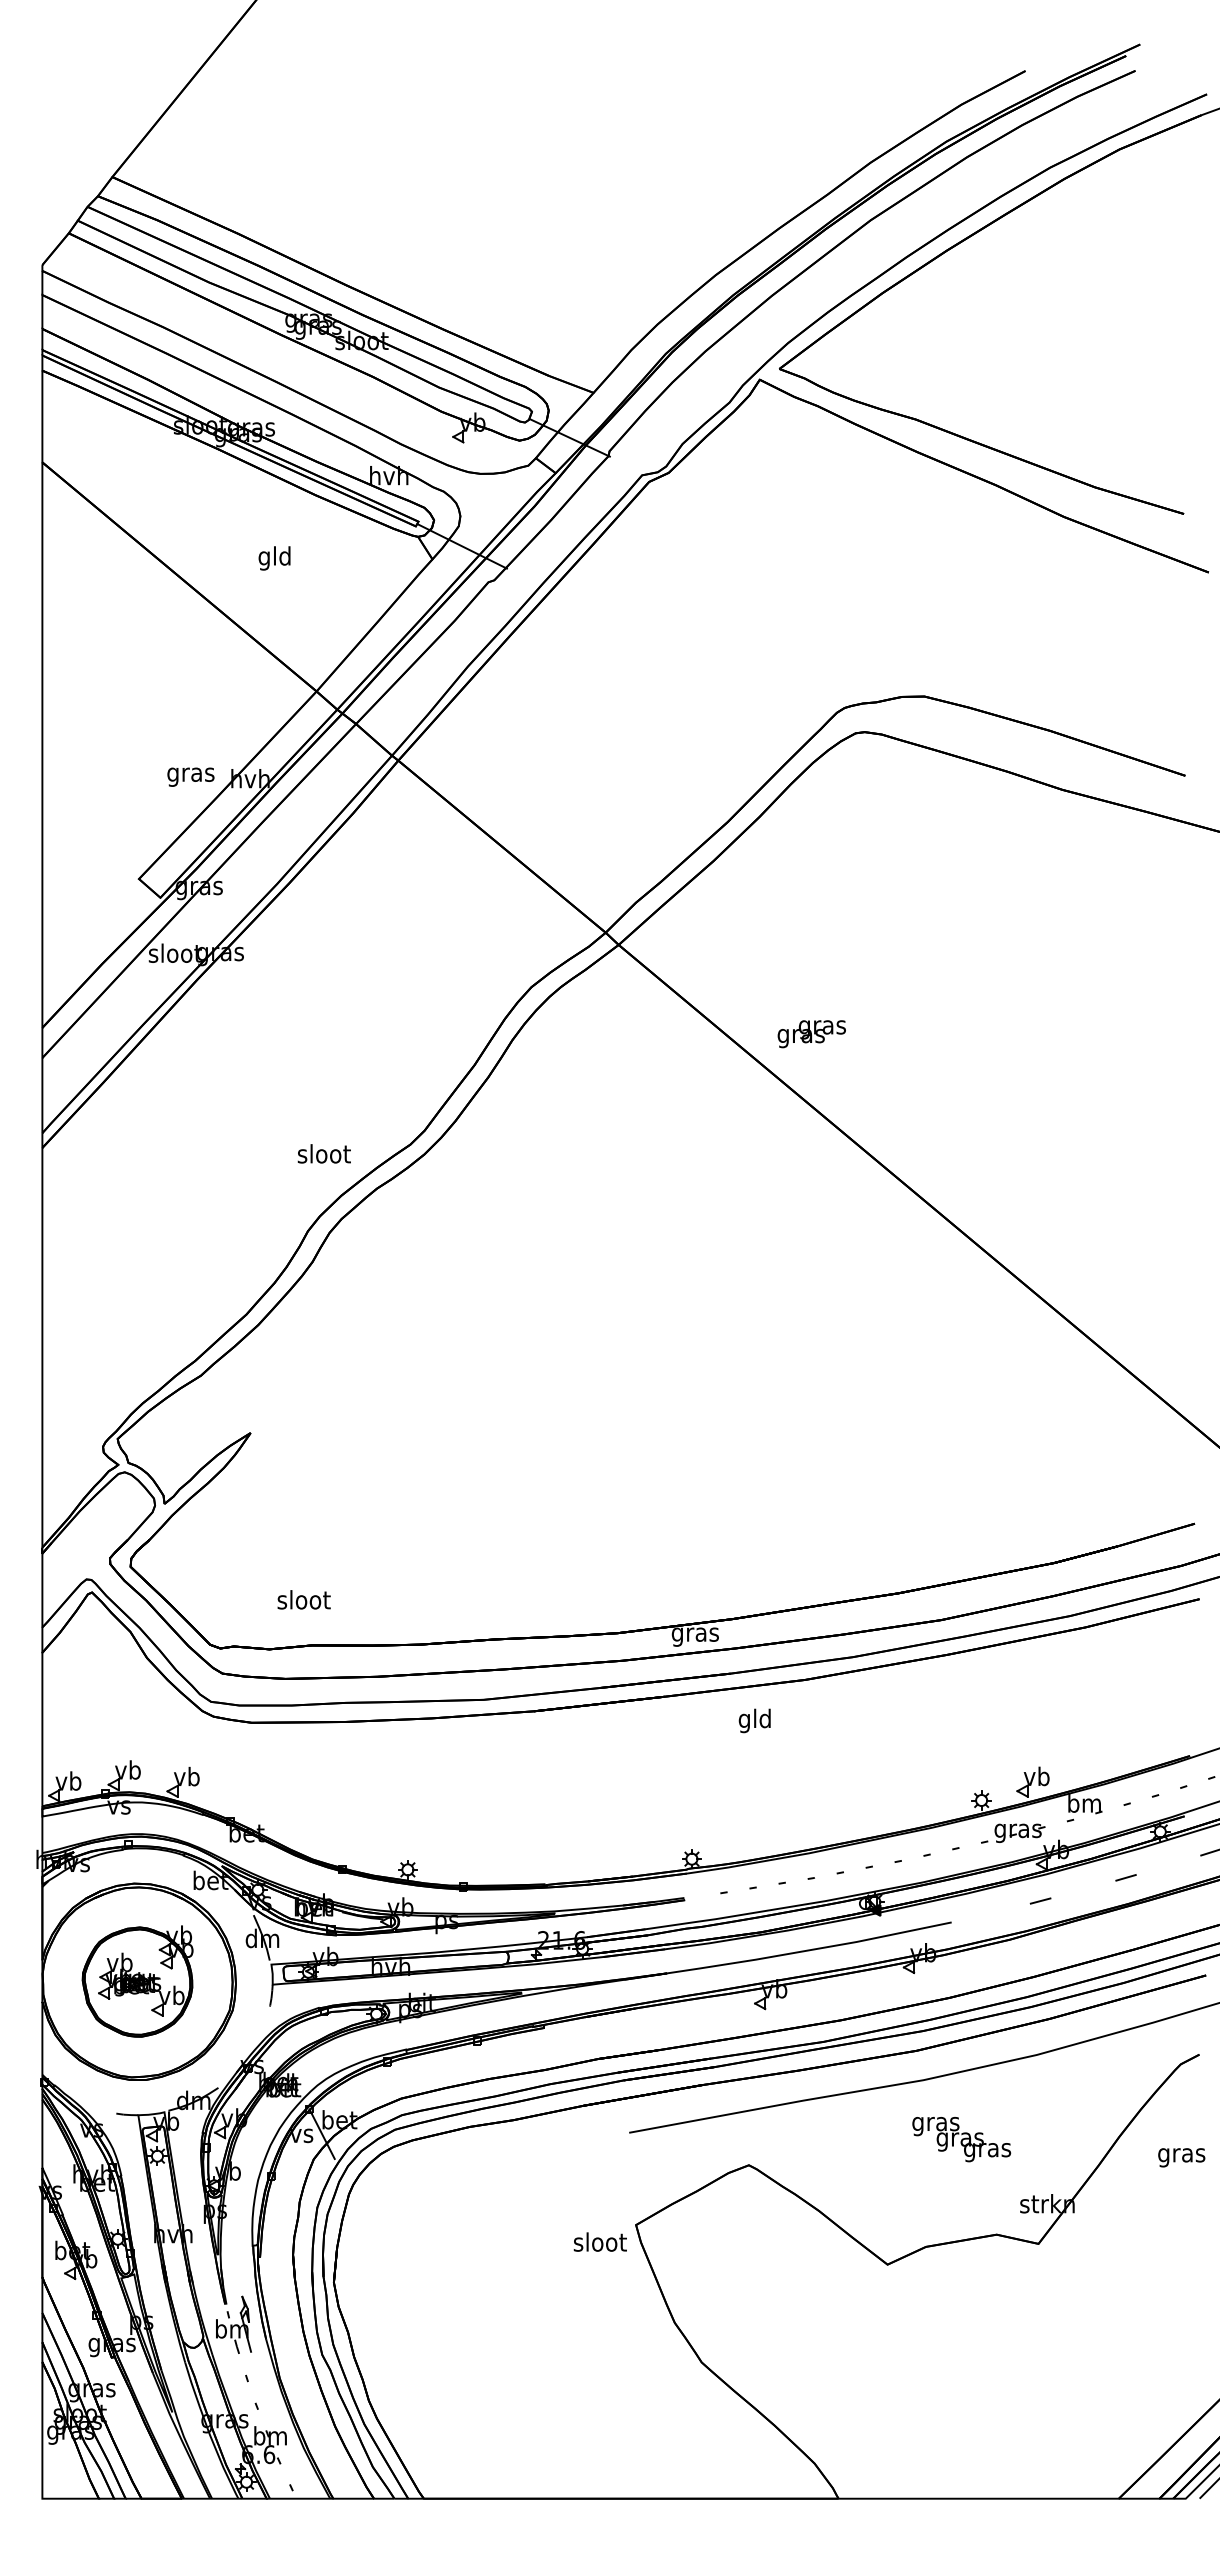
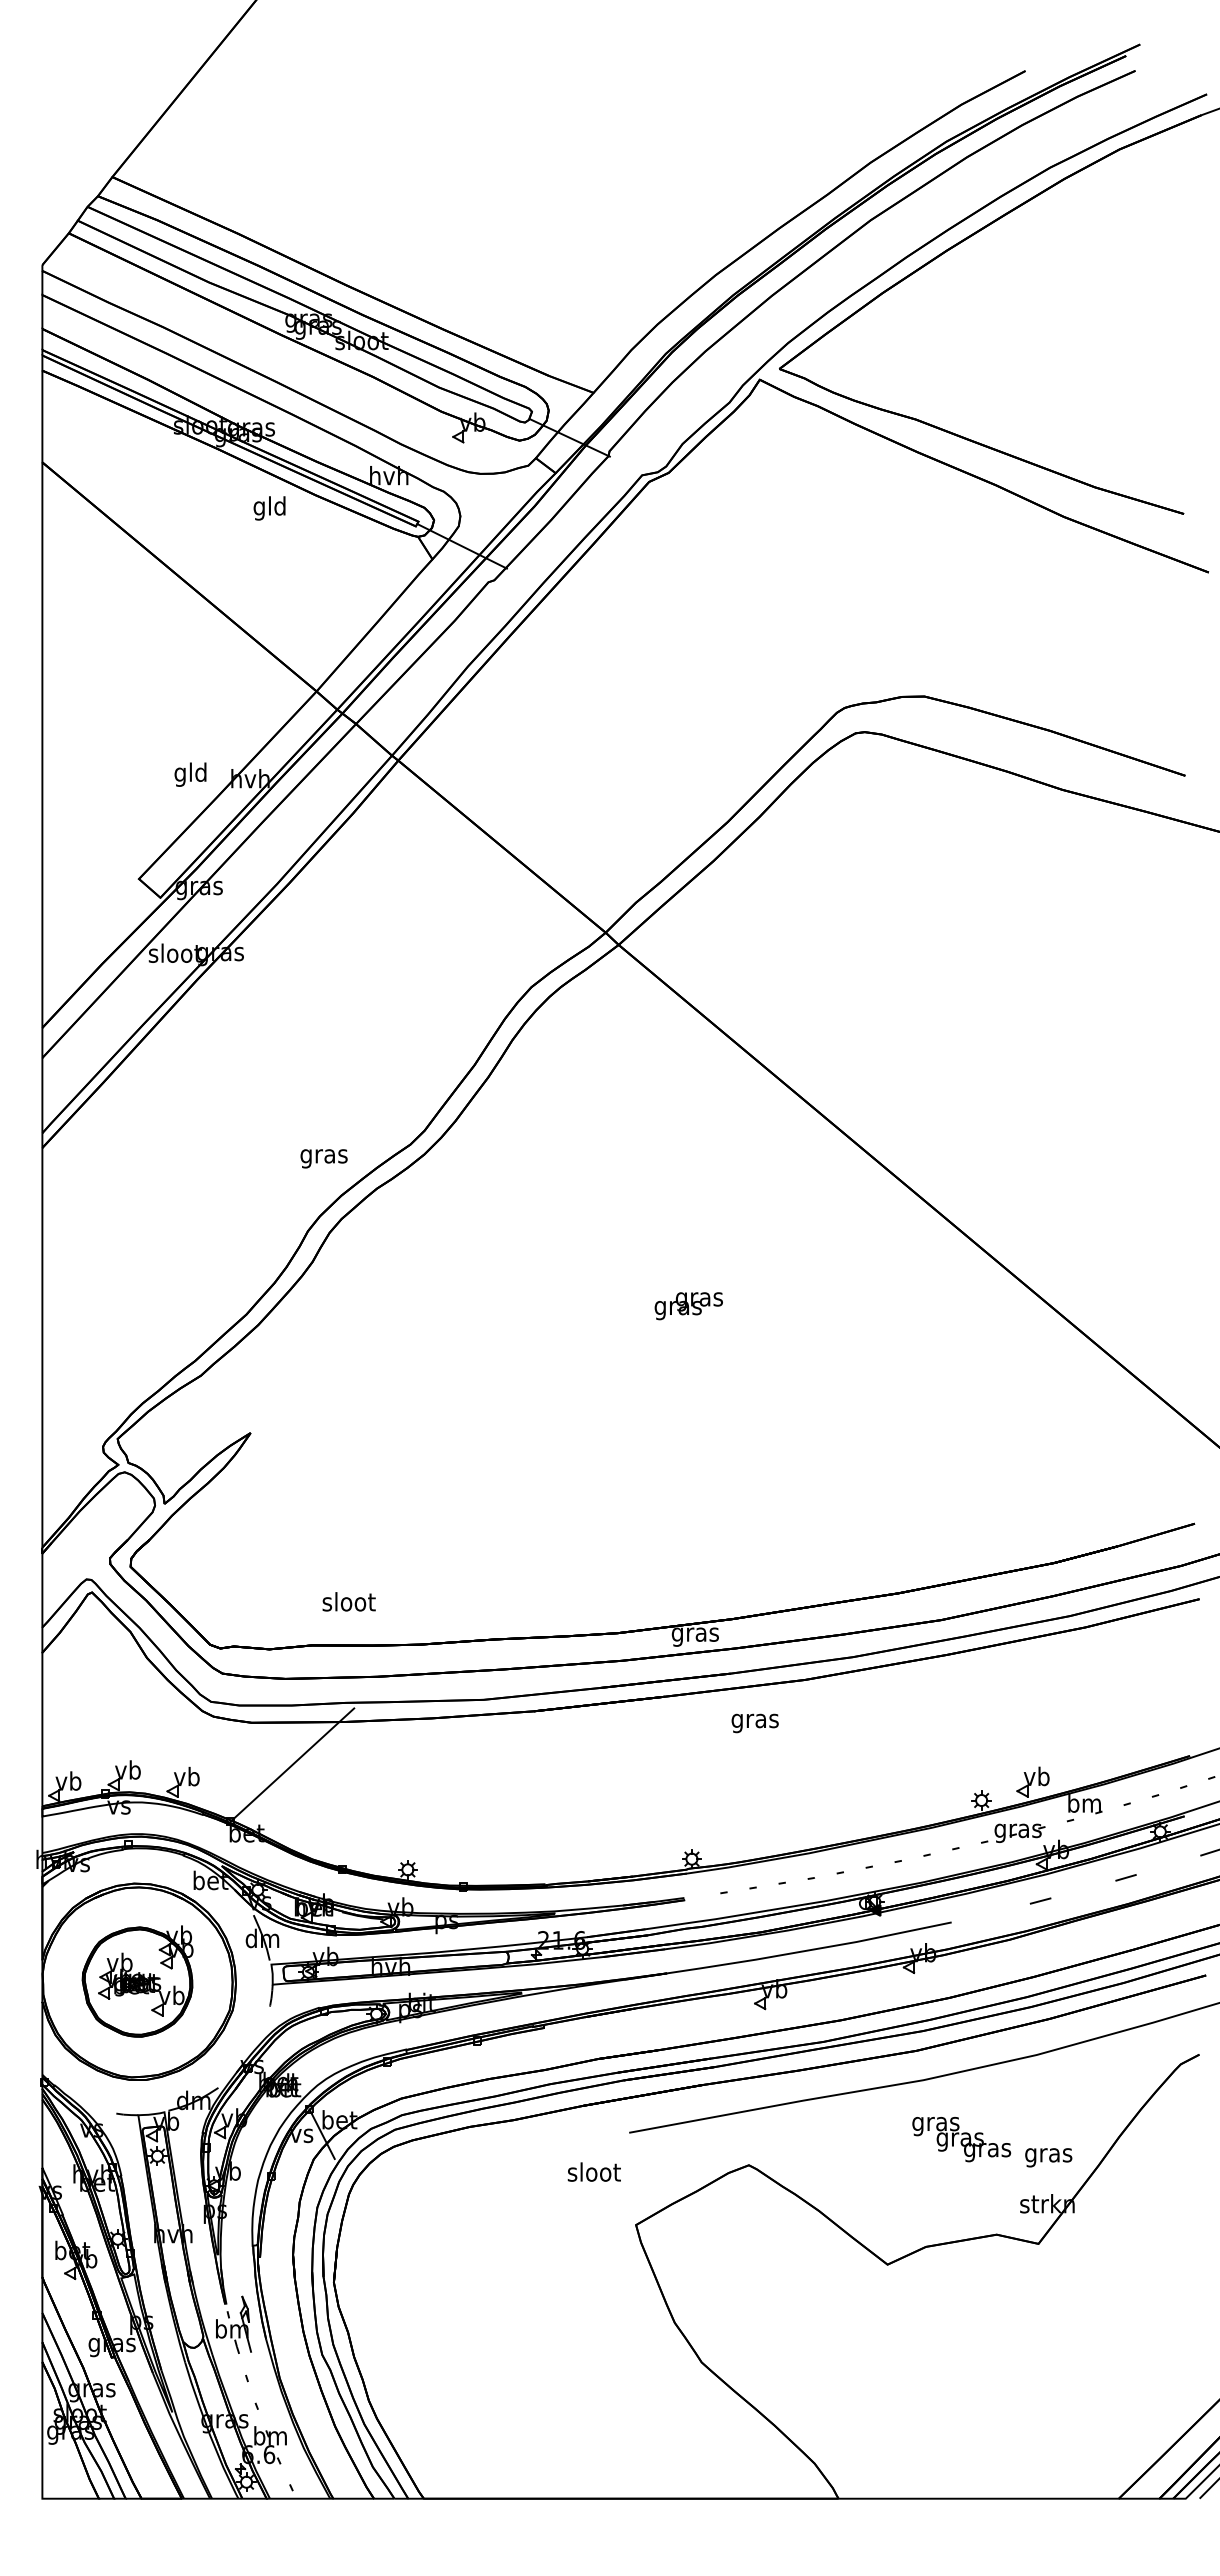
text at (274, 558) position: (274, 558) -> (269, 508)
text at (190, 774): gras -> gld
text at (811, 1034) position: (811, 1034) -> (688, 1306)
text at (323, 1156): sloot -> gras
text at (303, 1599) position: (303, 1599) -> (348, 1601)
text at (754, 1720): gld -> gras
line at (292, 1764): none -> present
text at (1181, 2157) position: (1181, 2157) -> (1048, 2157)
text at (599, 2241) position: (599, 2241) -> (593, 2171)
